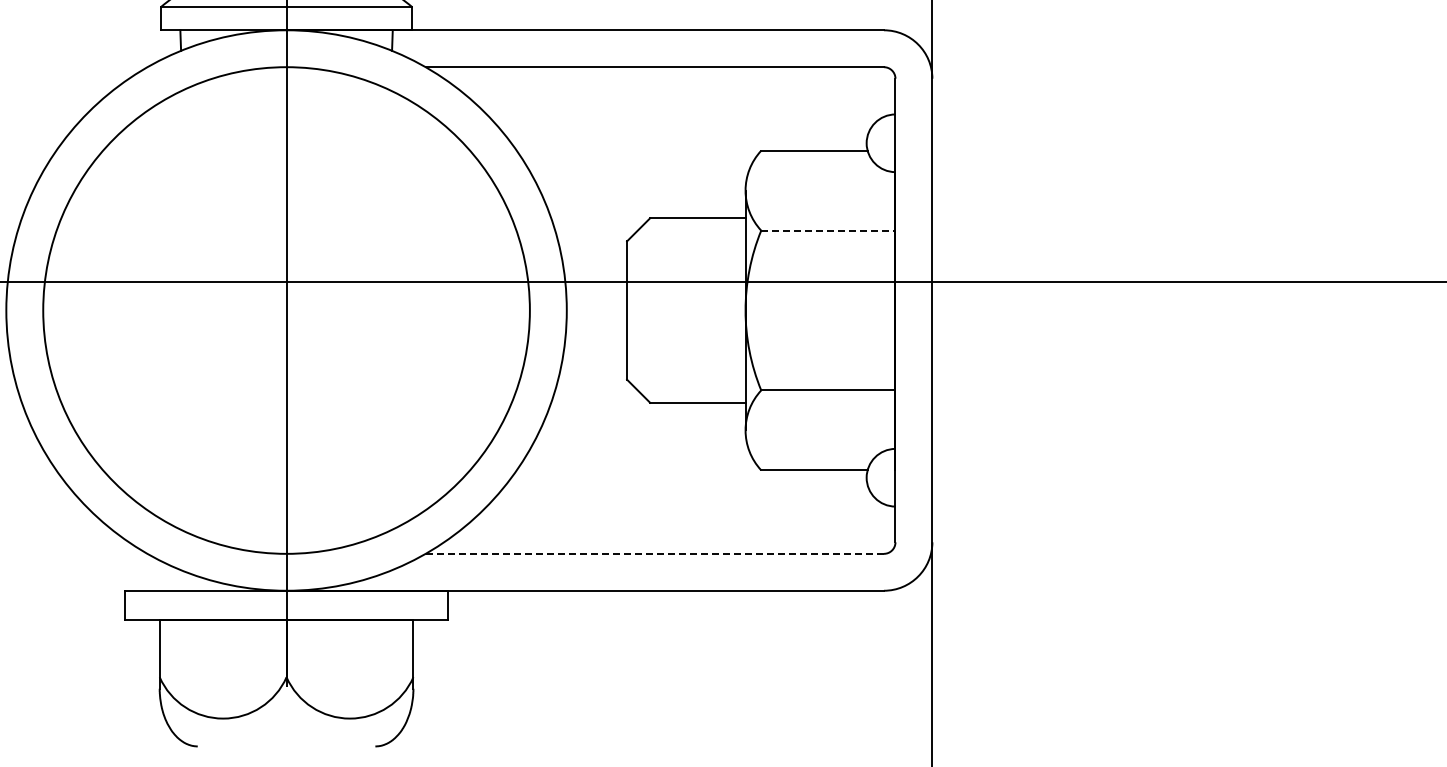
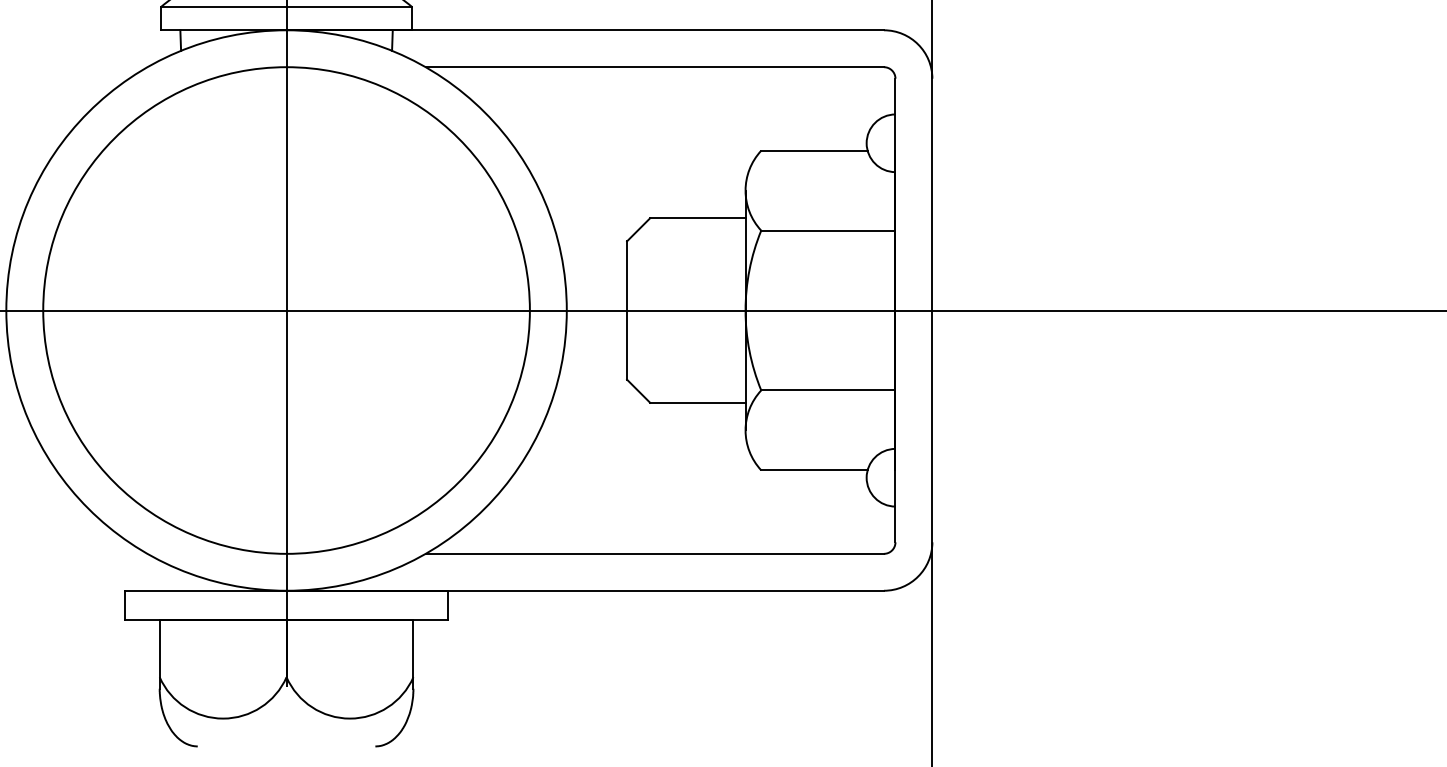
line at (828, 230): dashed -> solid
line at (722, 281) position: (722, 281) -> (722, 310)
line at (654, 553): dashed -> solid
